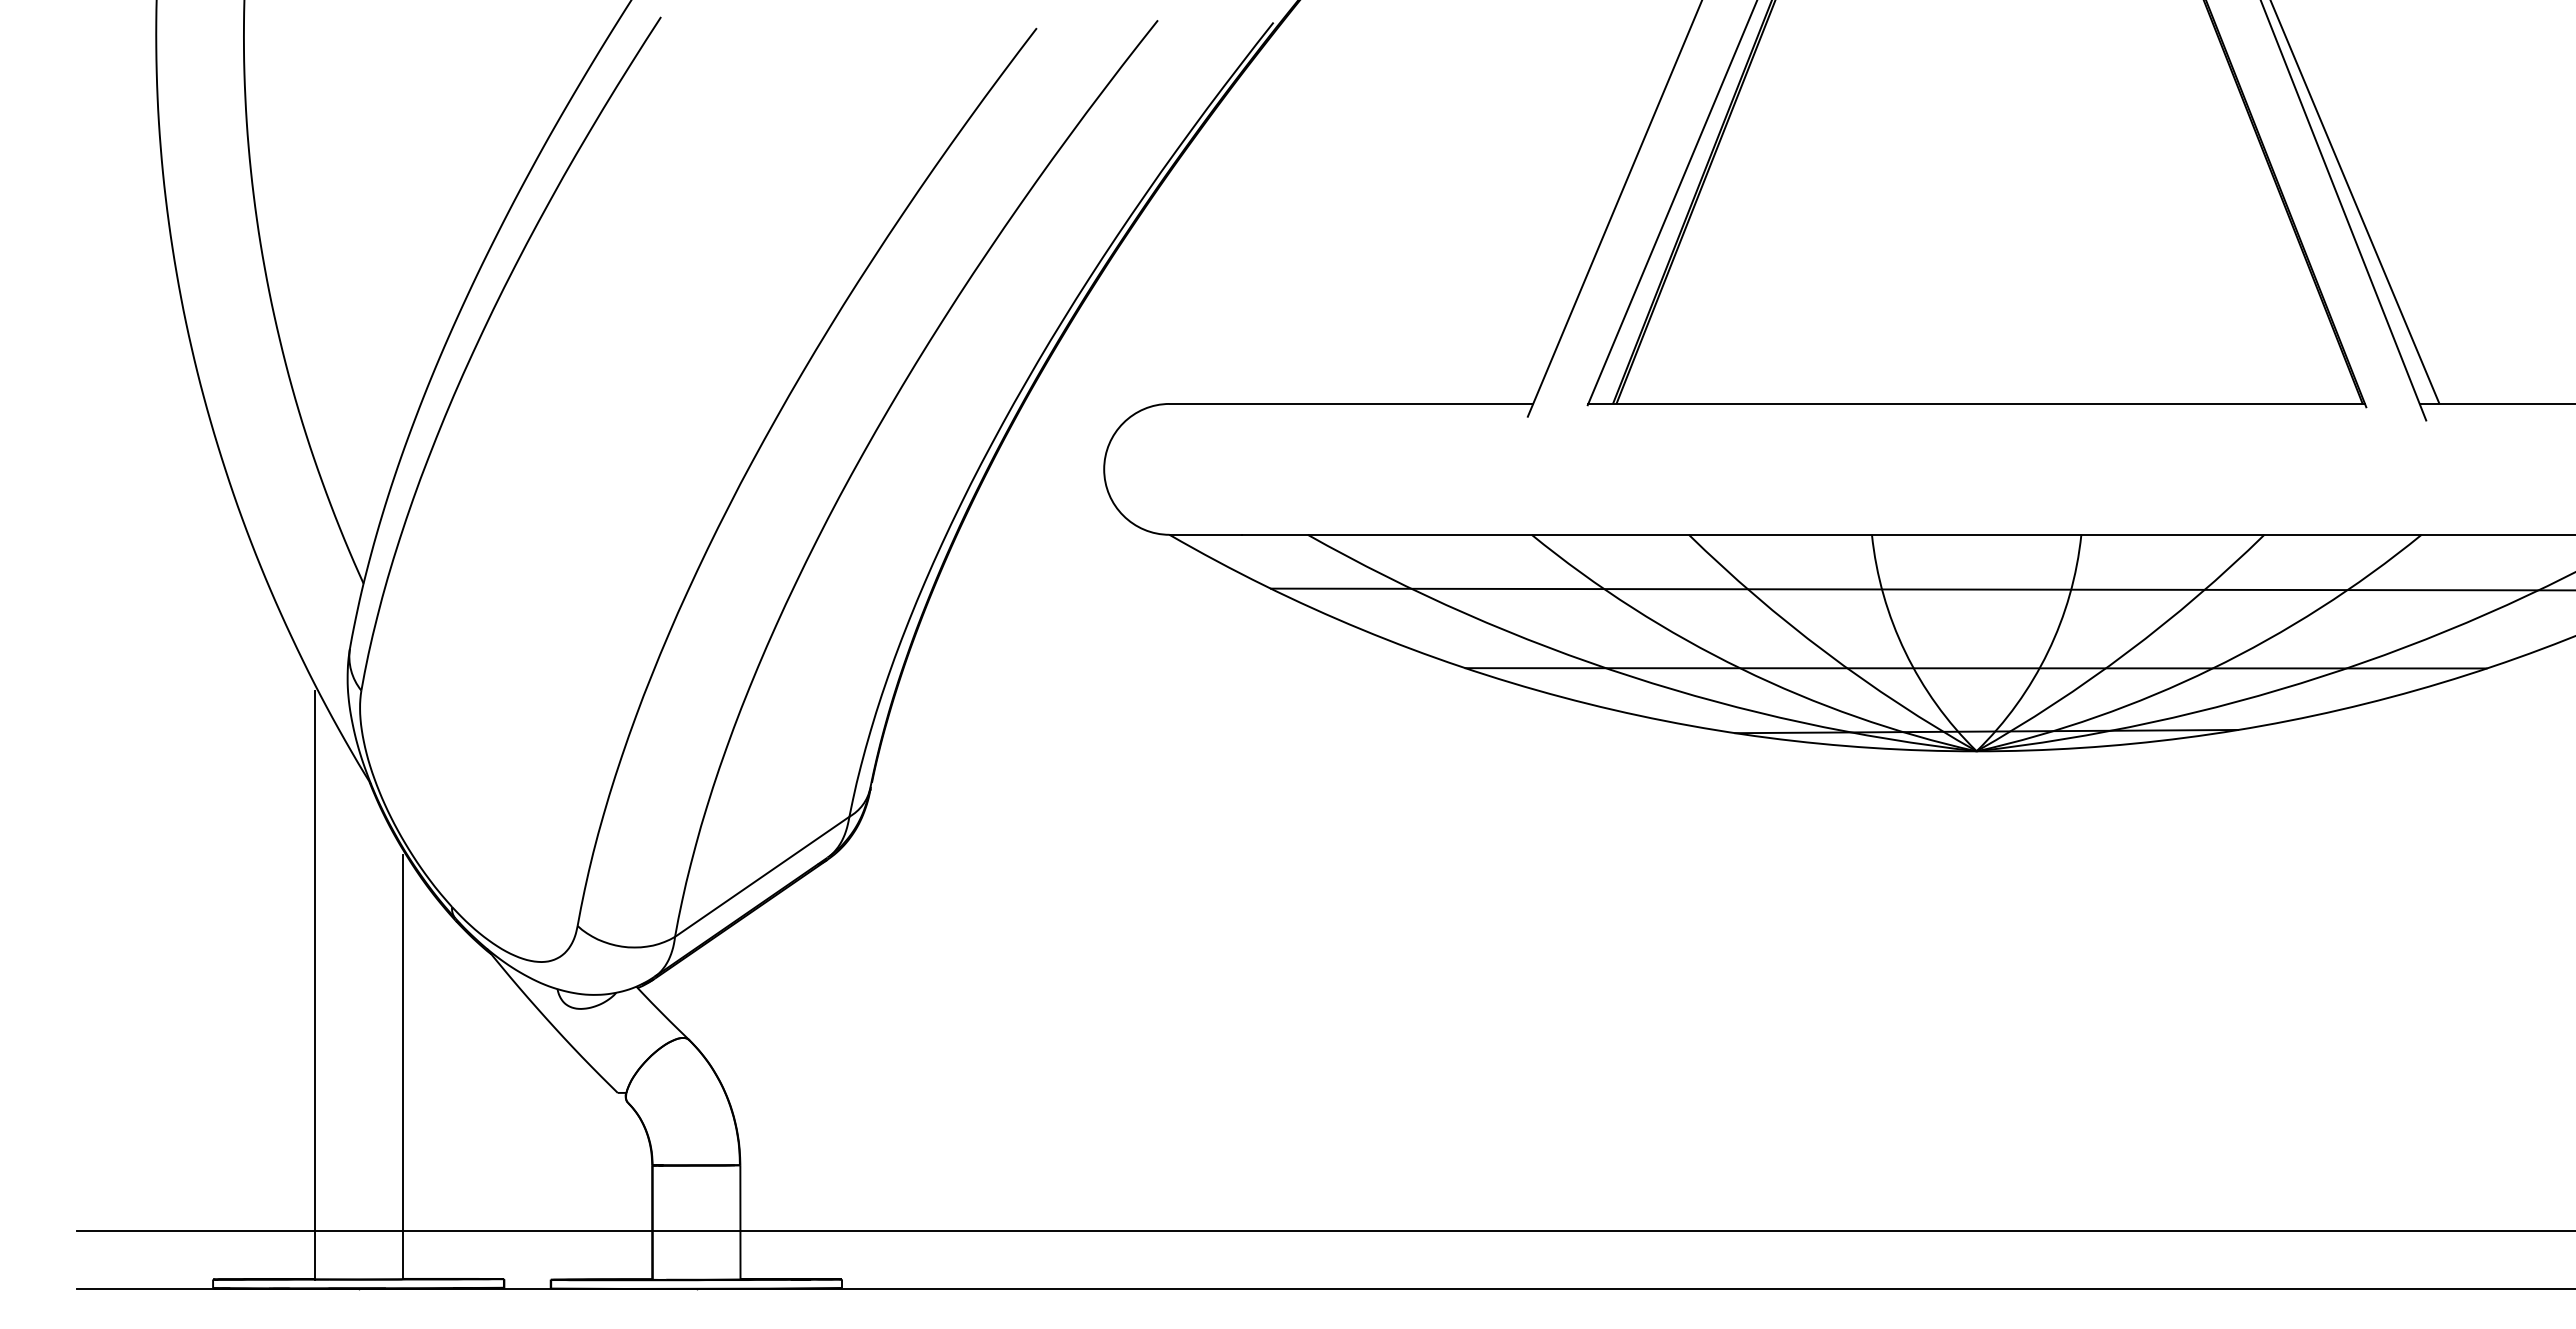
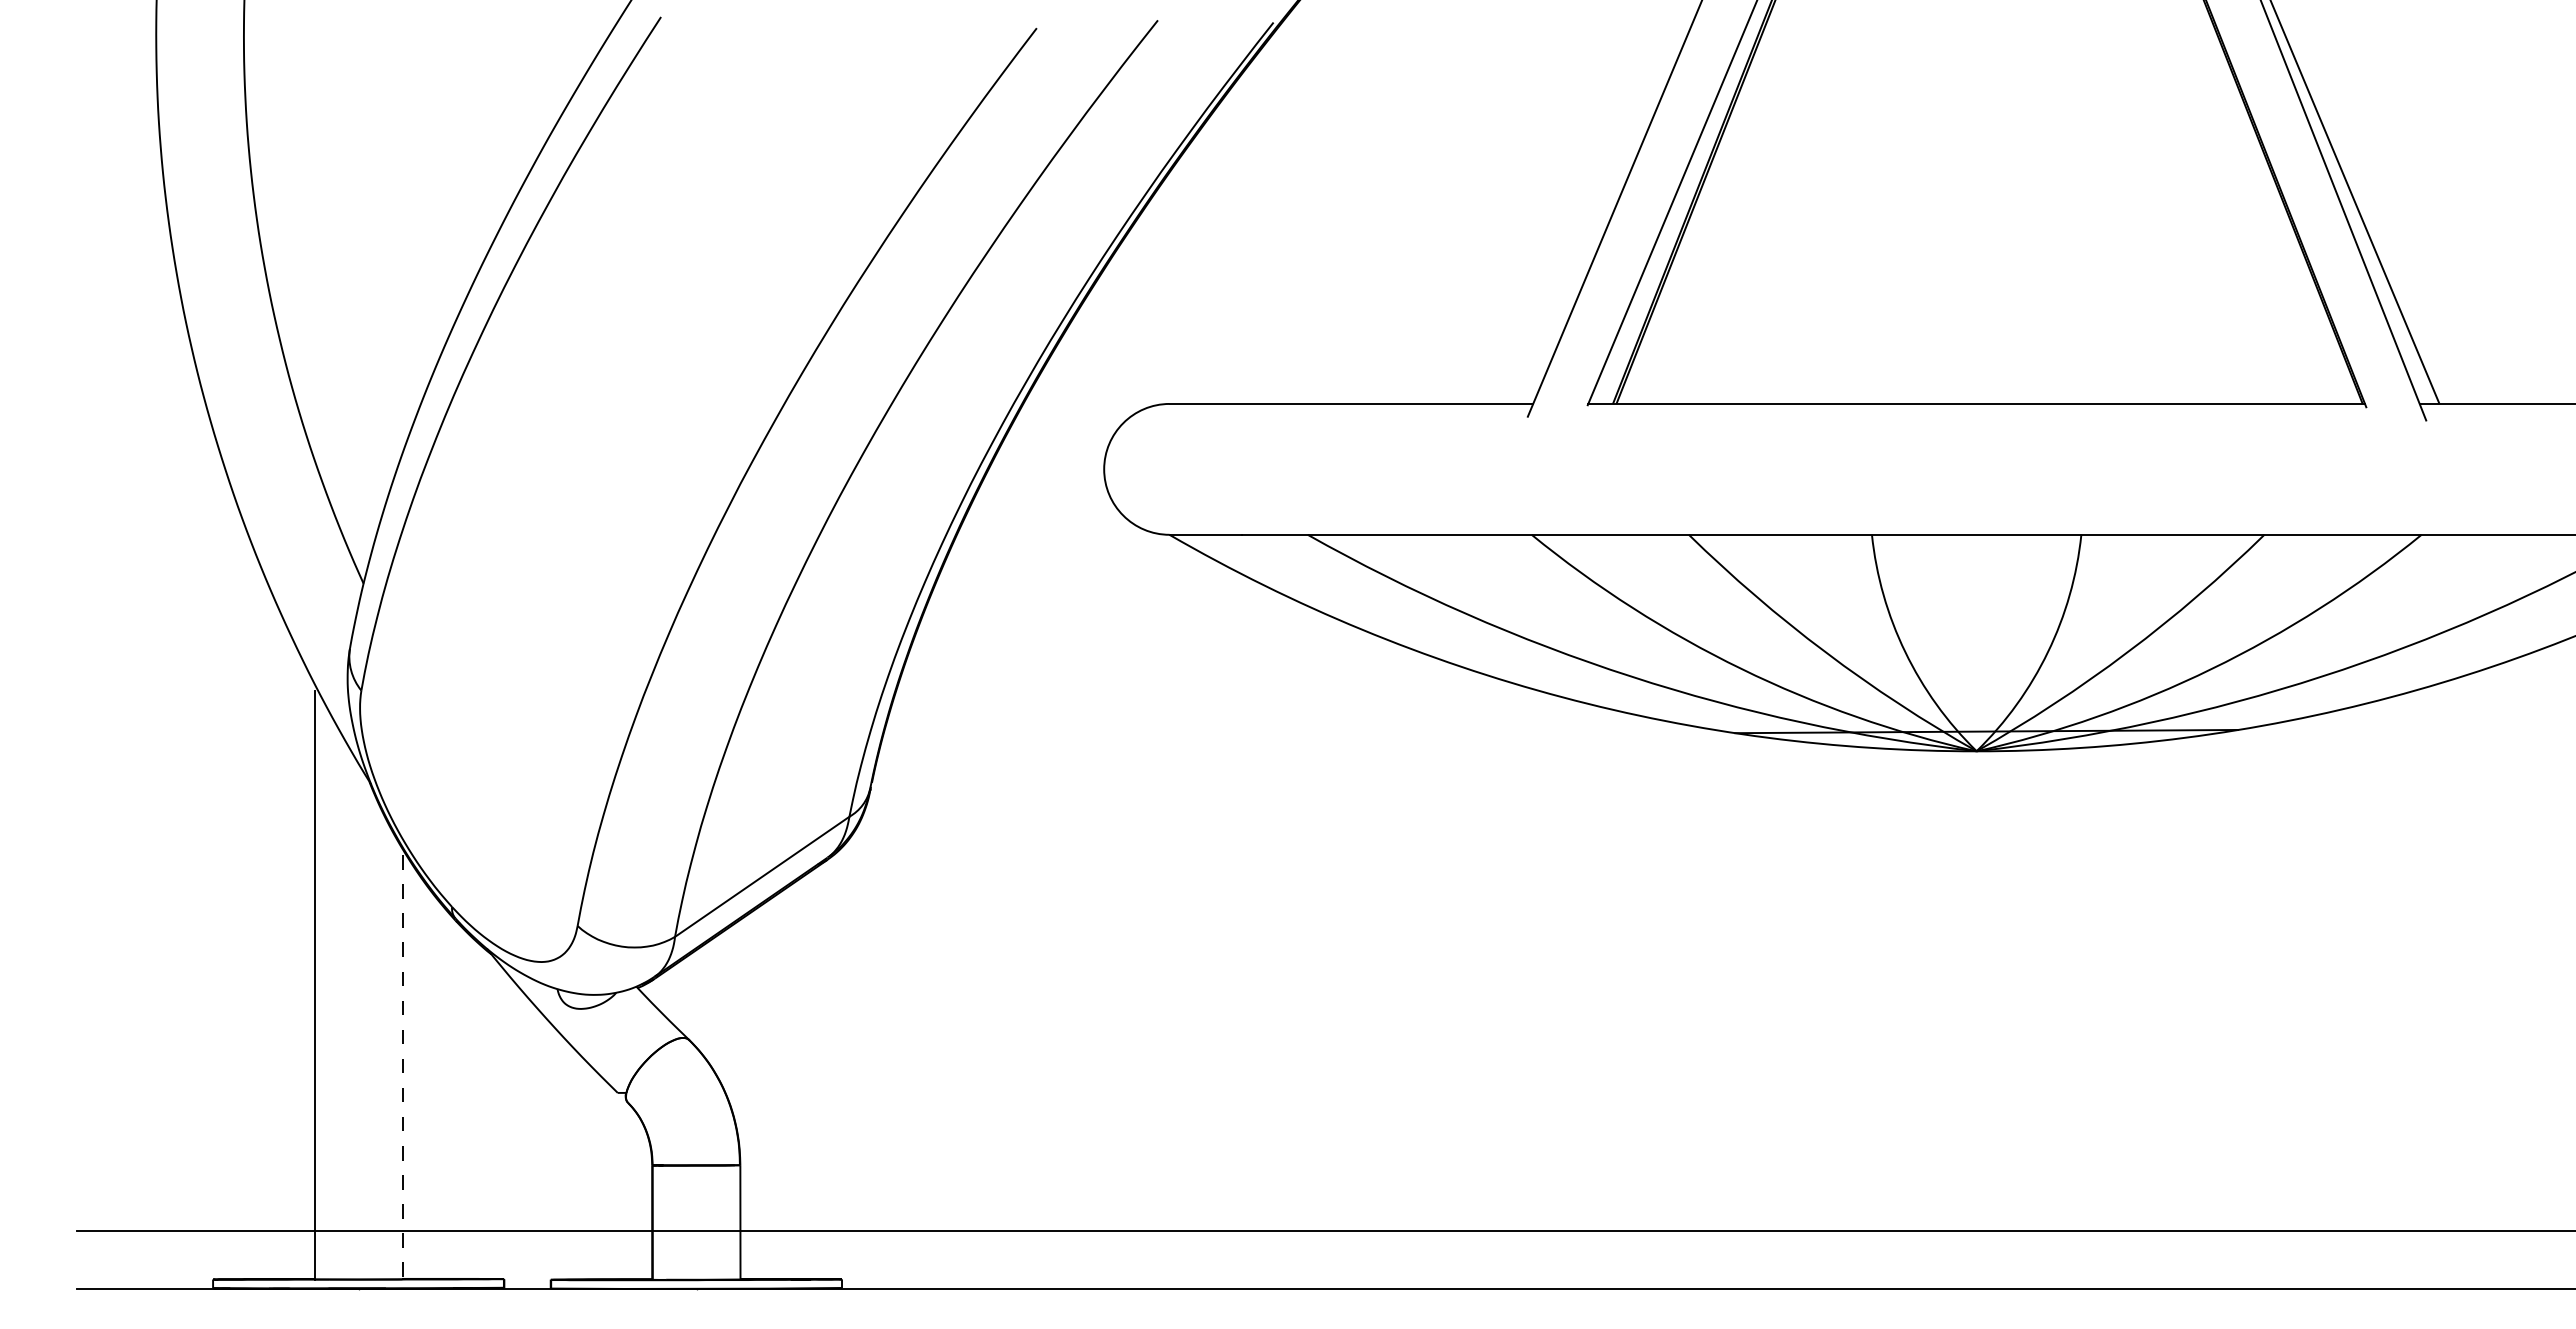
line at (1921, 589): present -> none
line at (1975, 668): present -> none
line at (402, 1067): solid -> dashed
